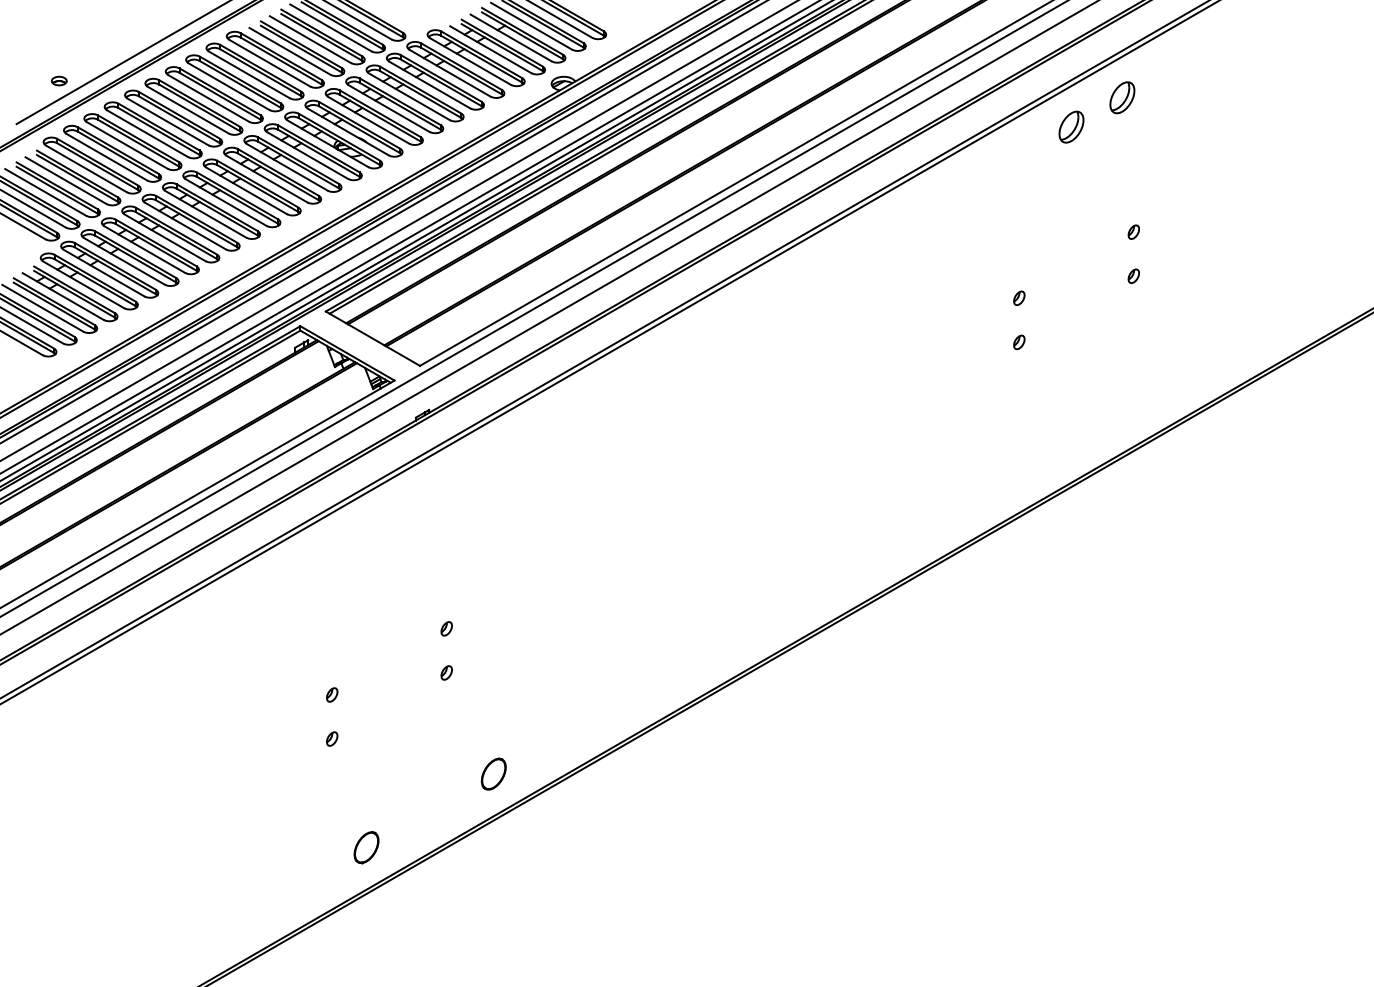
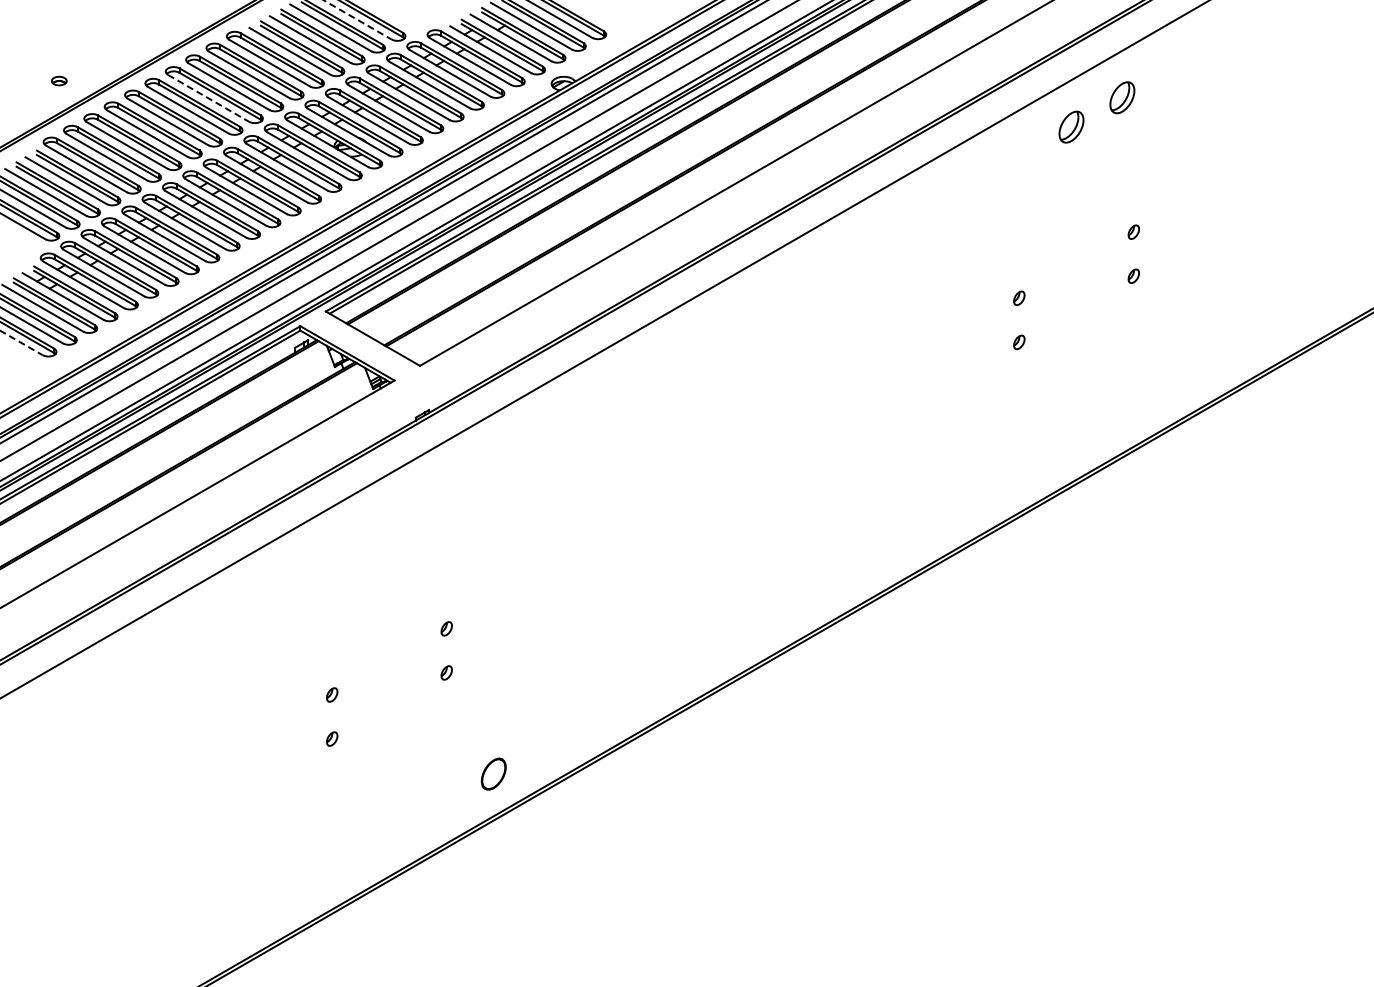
line at (358, 20): solid -> dashed
line at (122, 63): present -> none
line at (208, 98): solid -> dashed
line at (409, 237): present -> none
line at (533, 308): present -> none
line at (548, 317): present -> none
line at (22, 343): solid -> dashed
line at (609, 352): present -> none
part at (366, 847): present -> none
